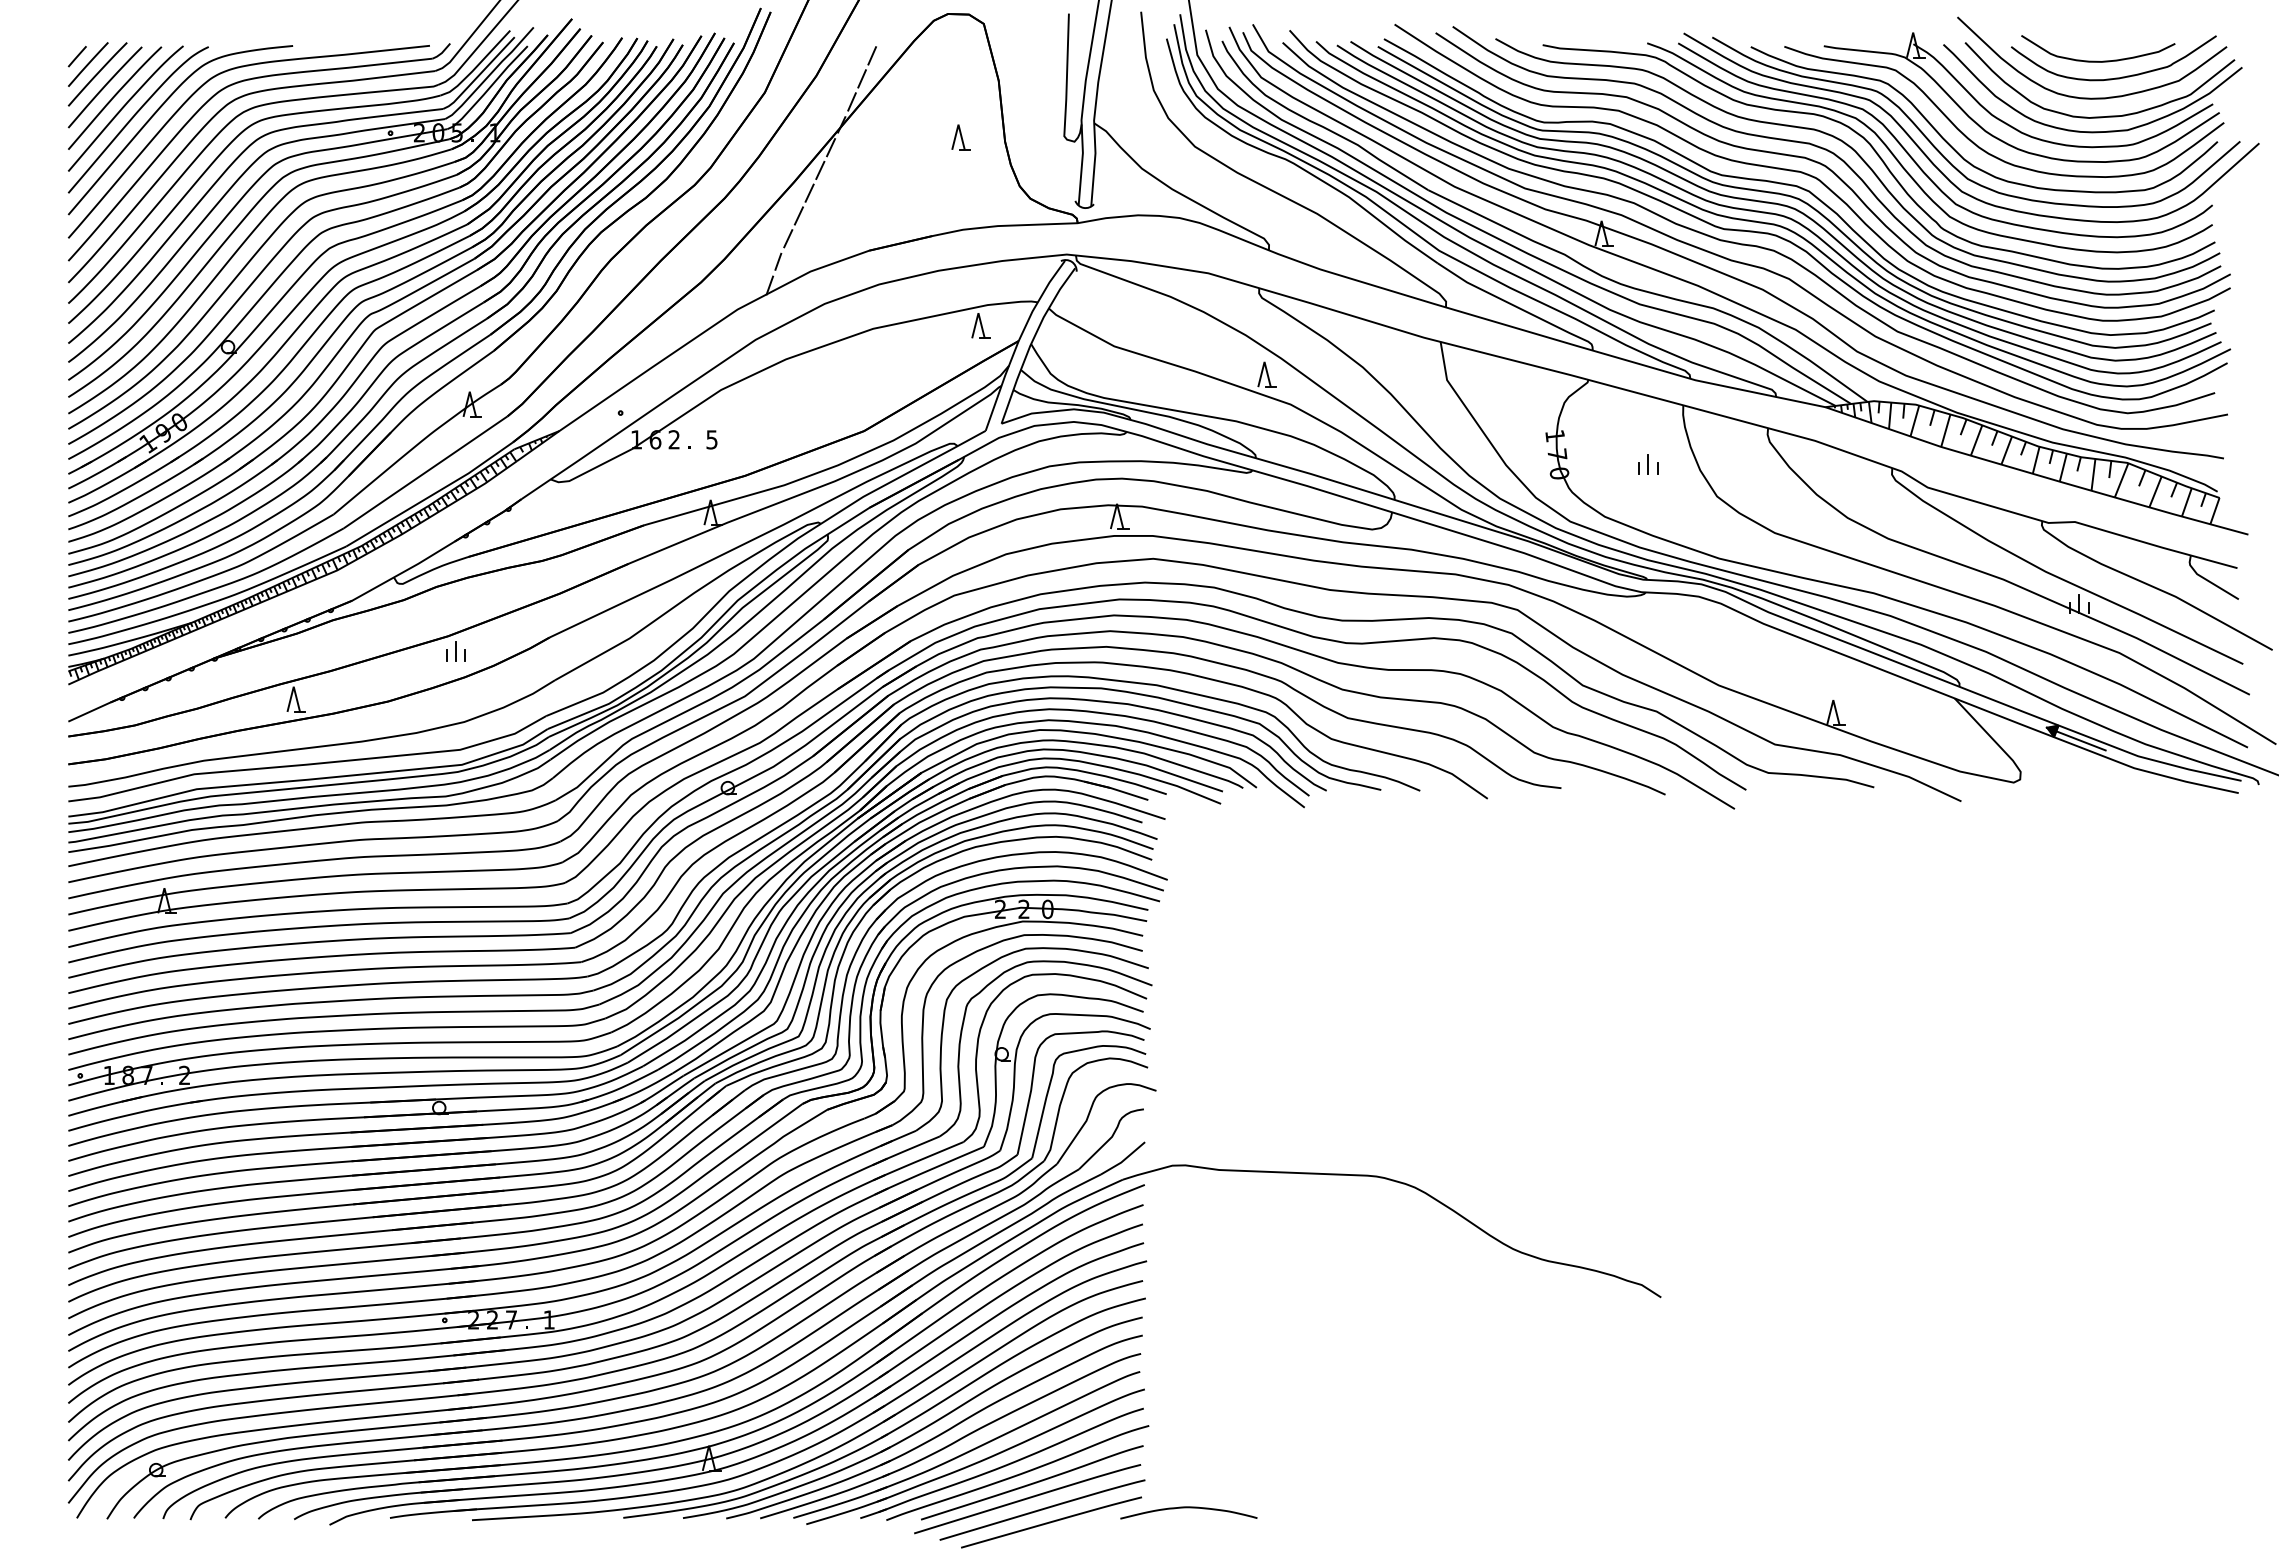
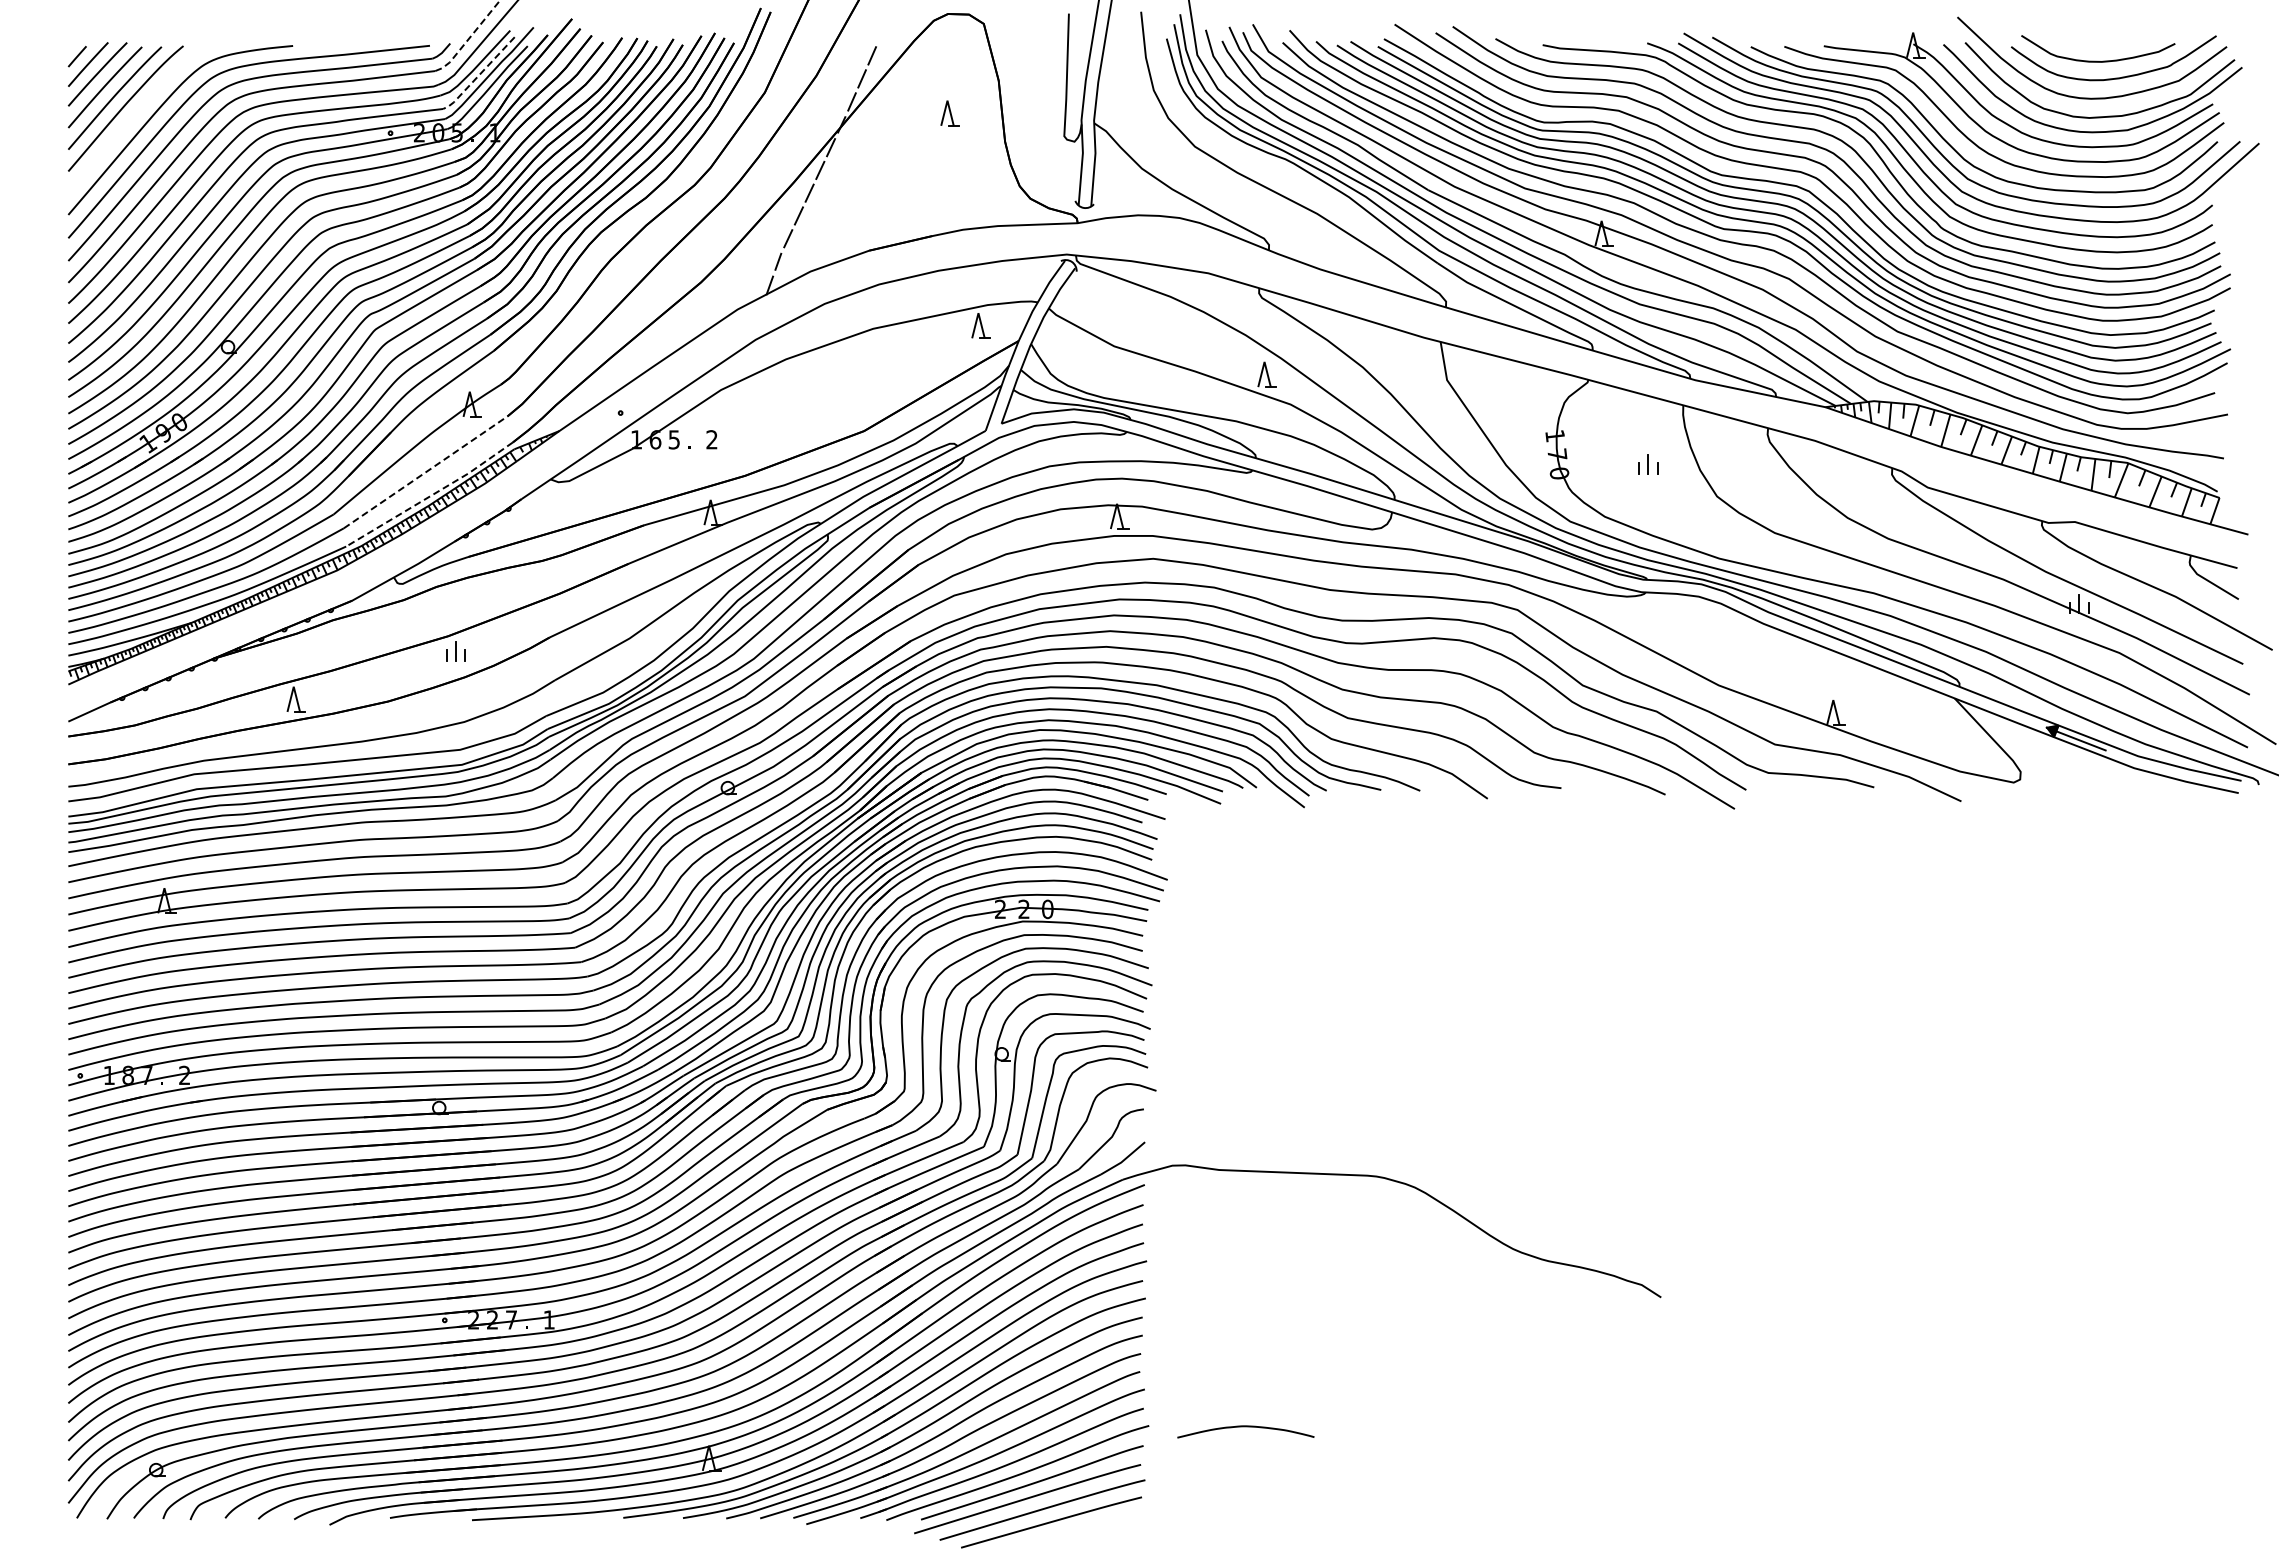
line at (468, 39): solid -> dashed
line at (478, 75): solid -> dashed
curve at (134, 117): present -> none
part at (960, 137) position: (960, 137) -> (949, 113)
text at (673, 439): 2 -> 5
text at (711, 439): 5 -> 2
line at (427, 471): solid -> dashed
line at (430, 495): solid -> dashed
curve at (1188, 1508) position: (1188, 1508) -> (1245, 1427)
